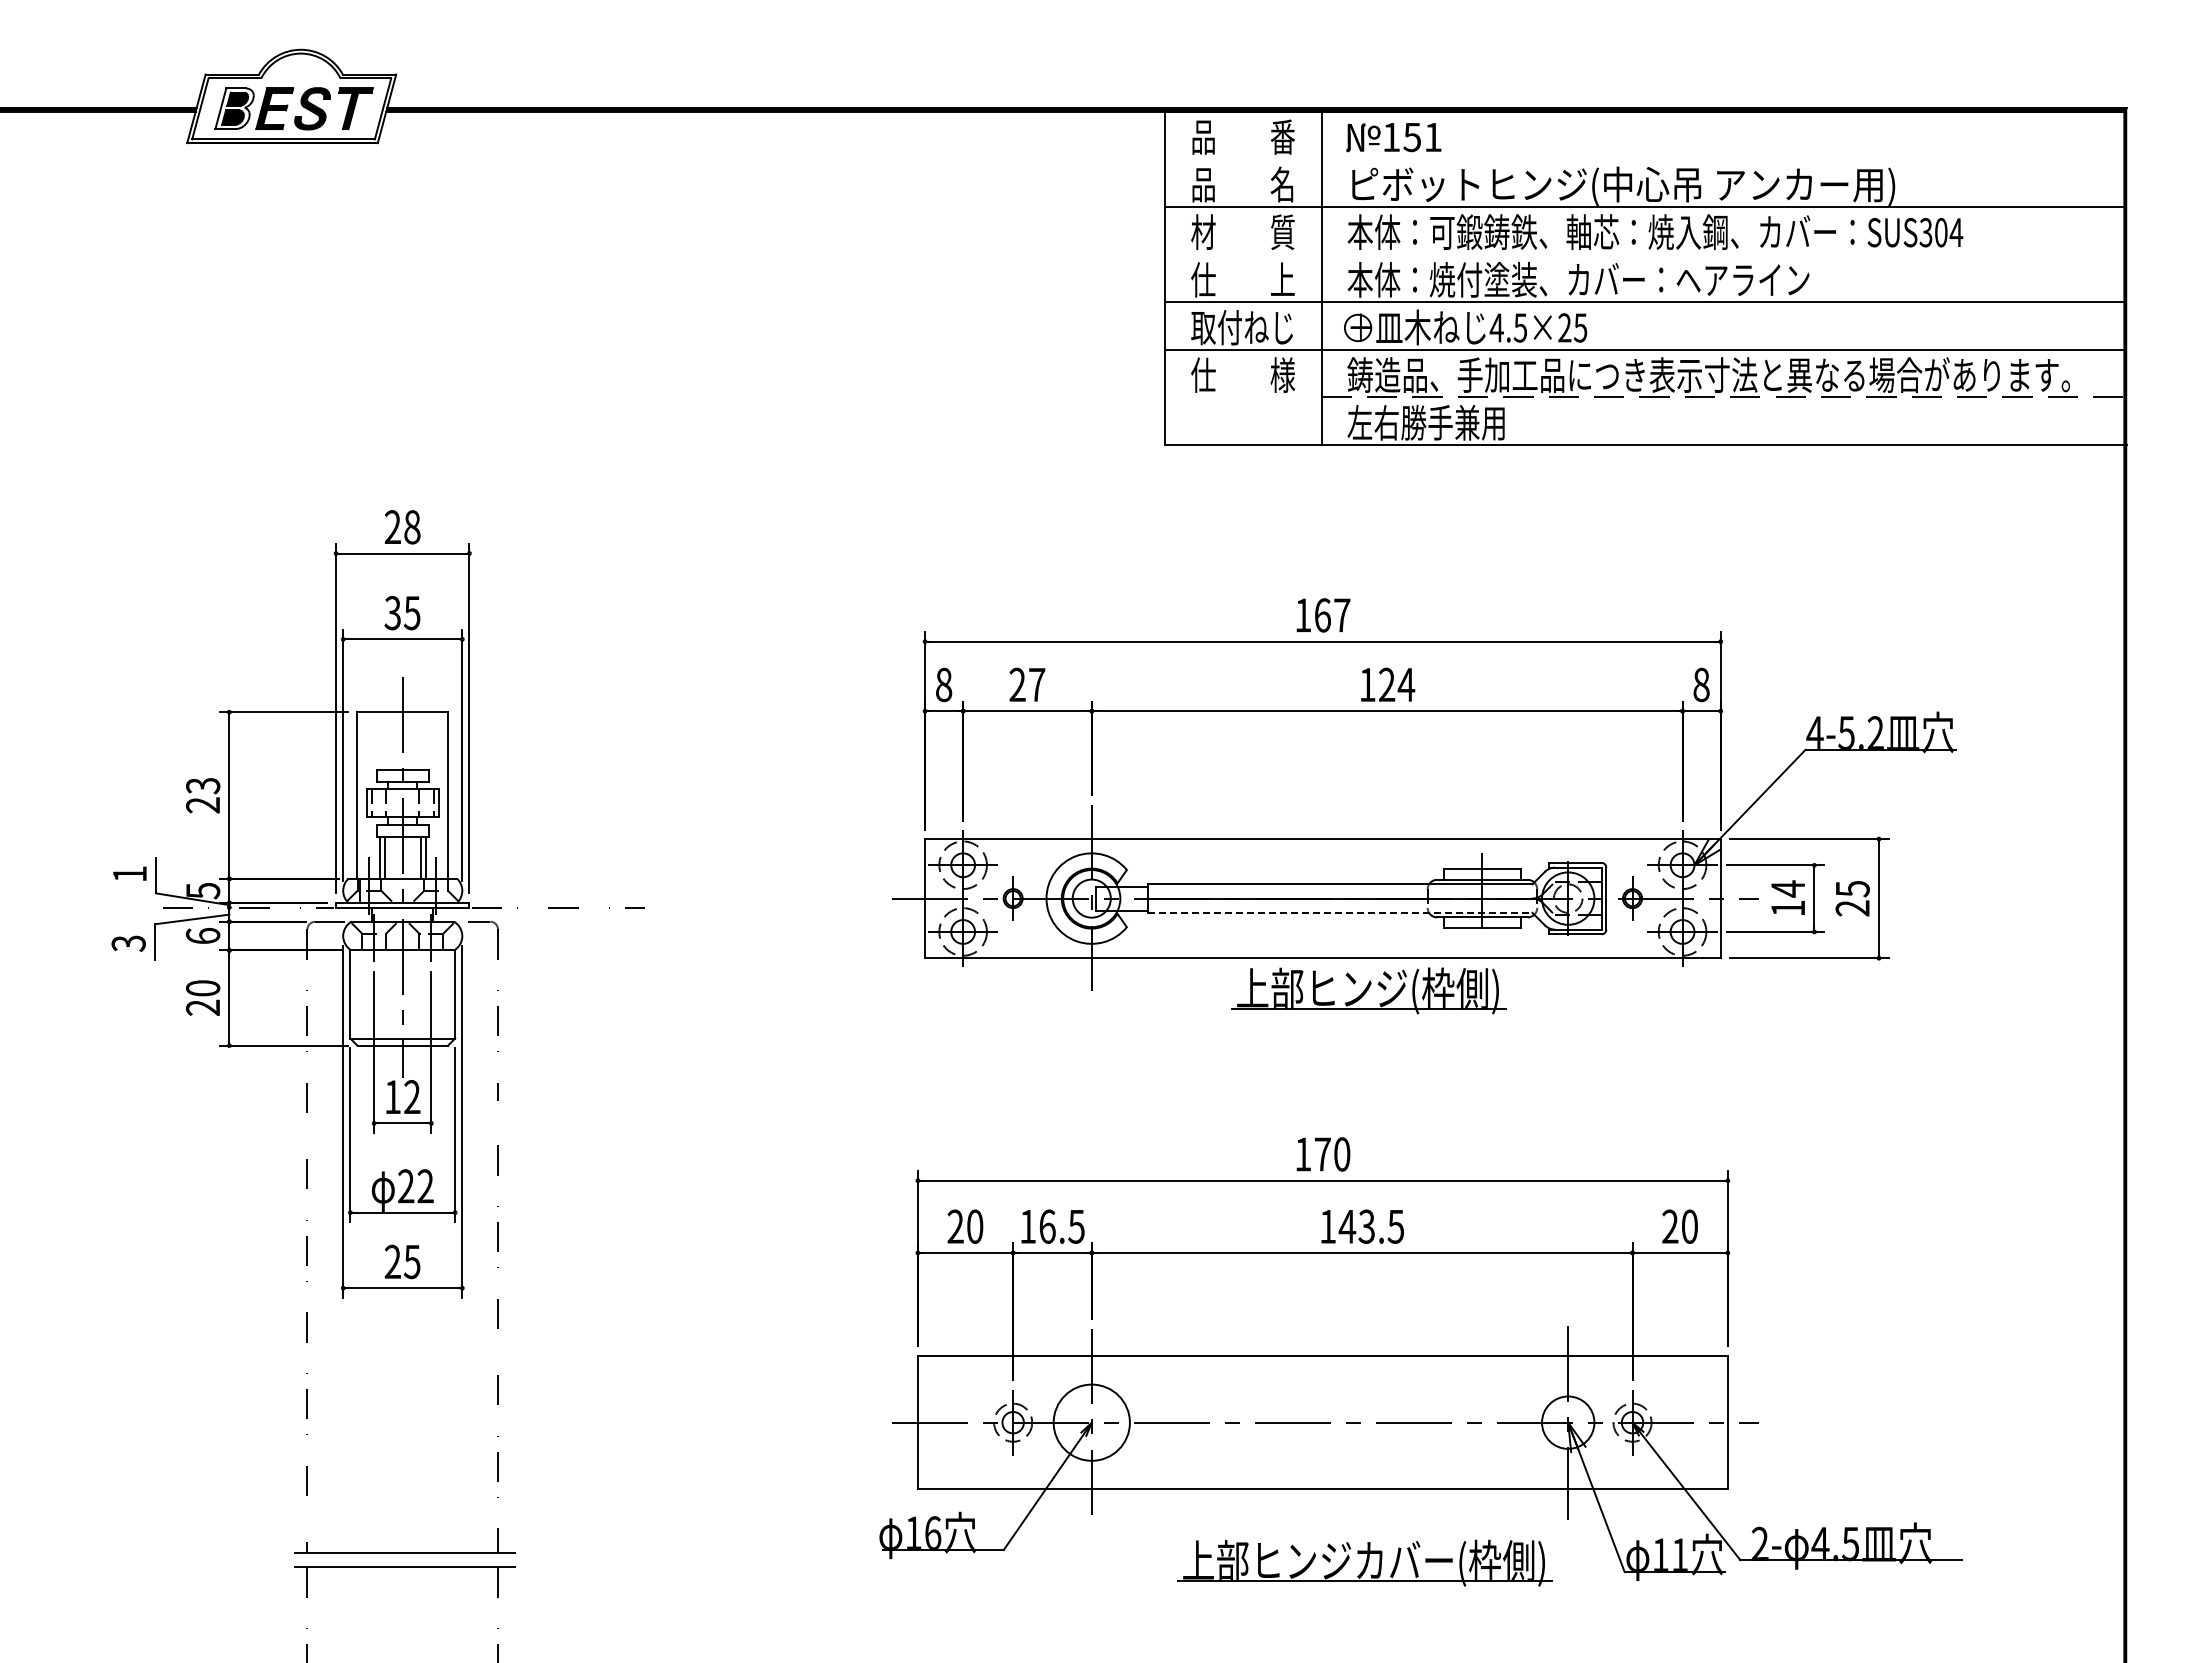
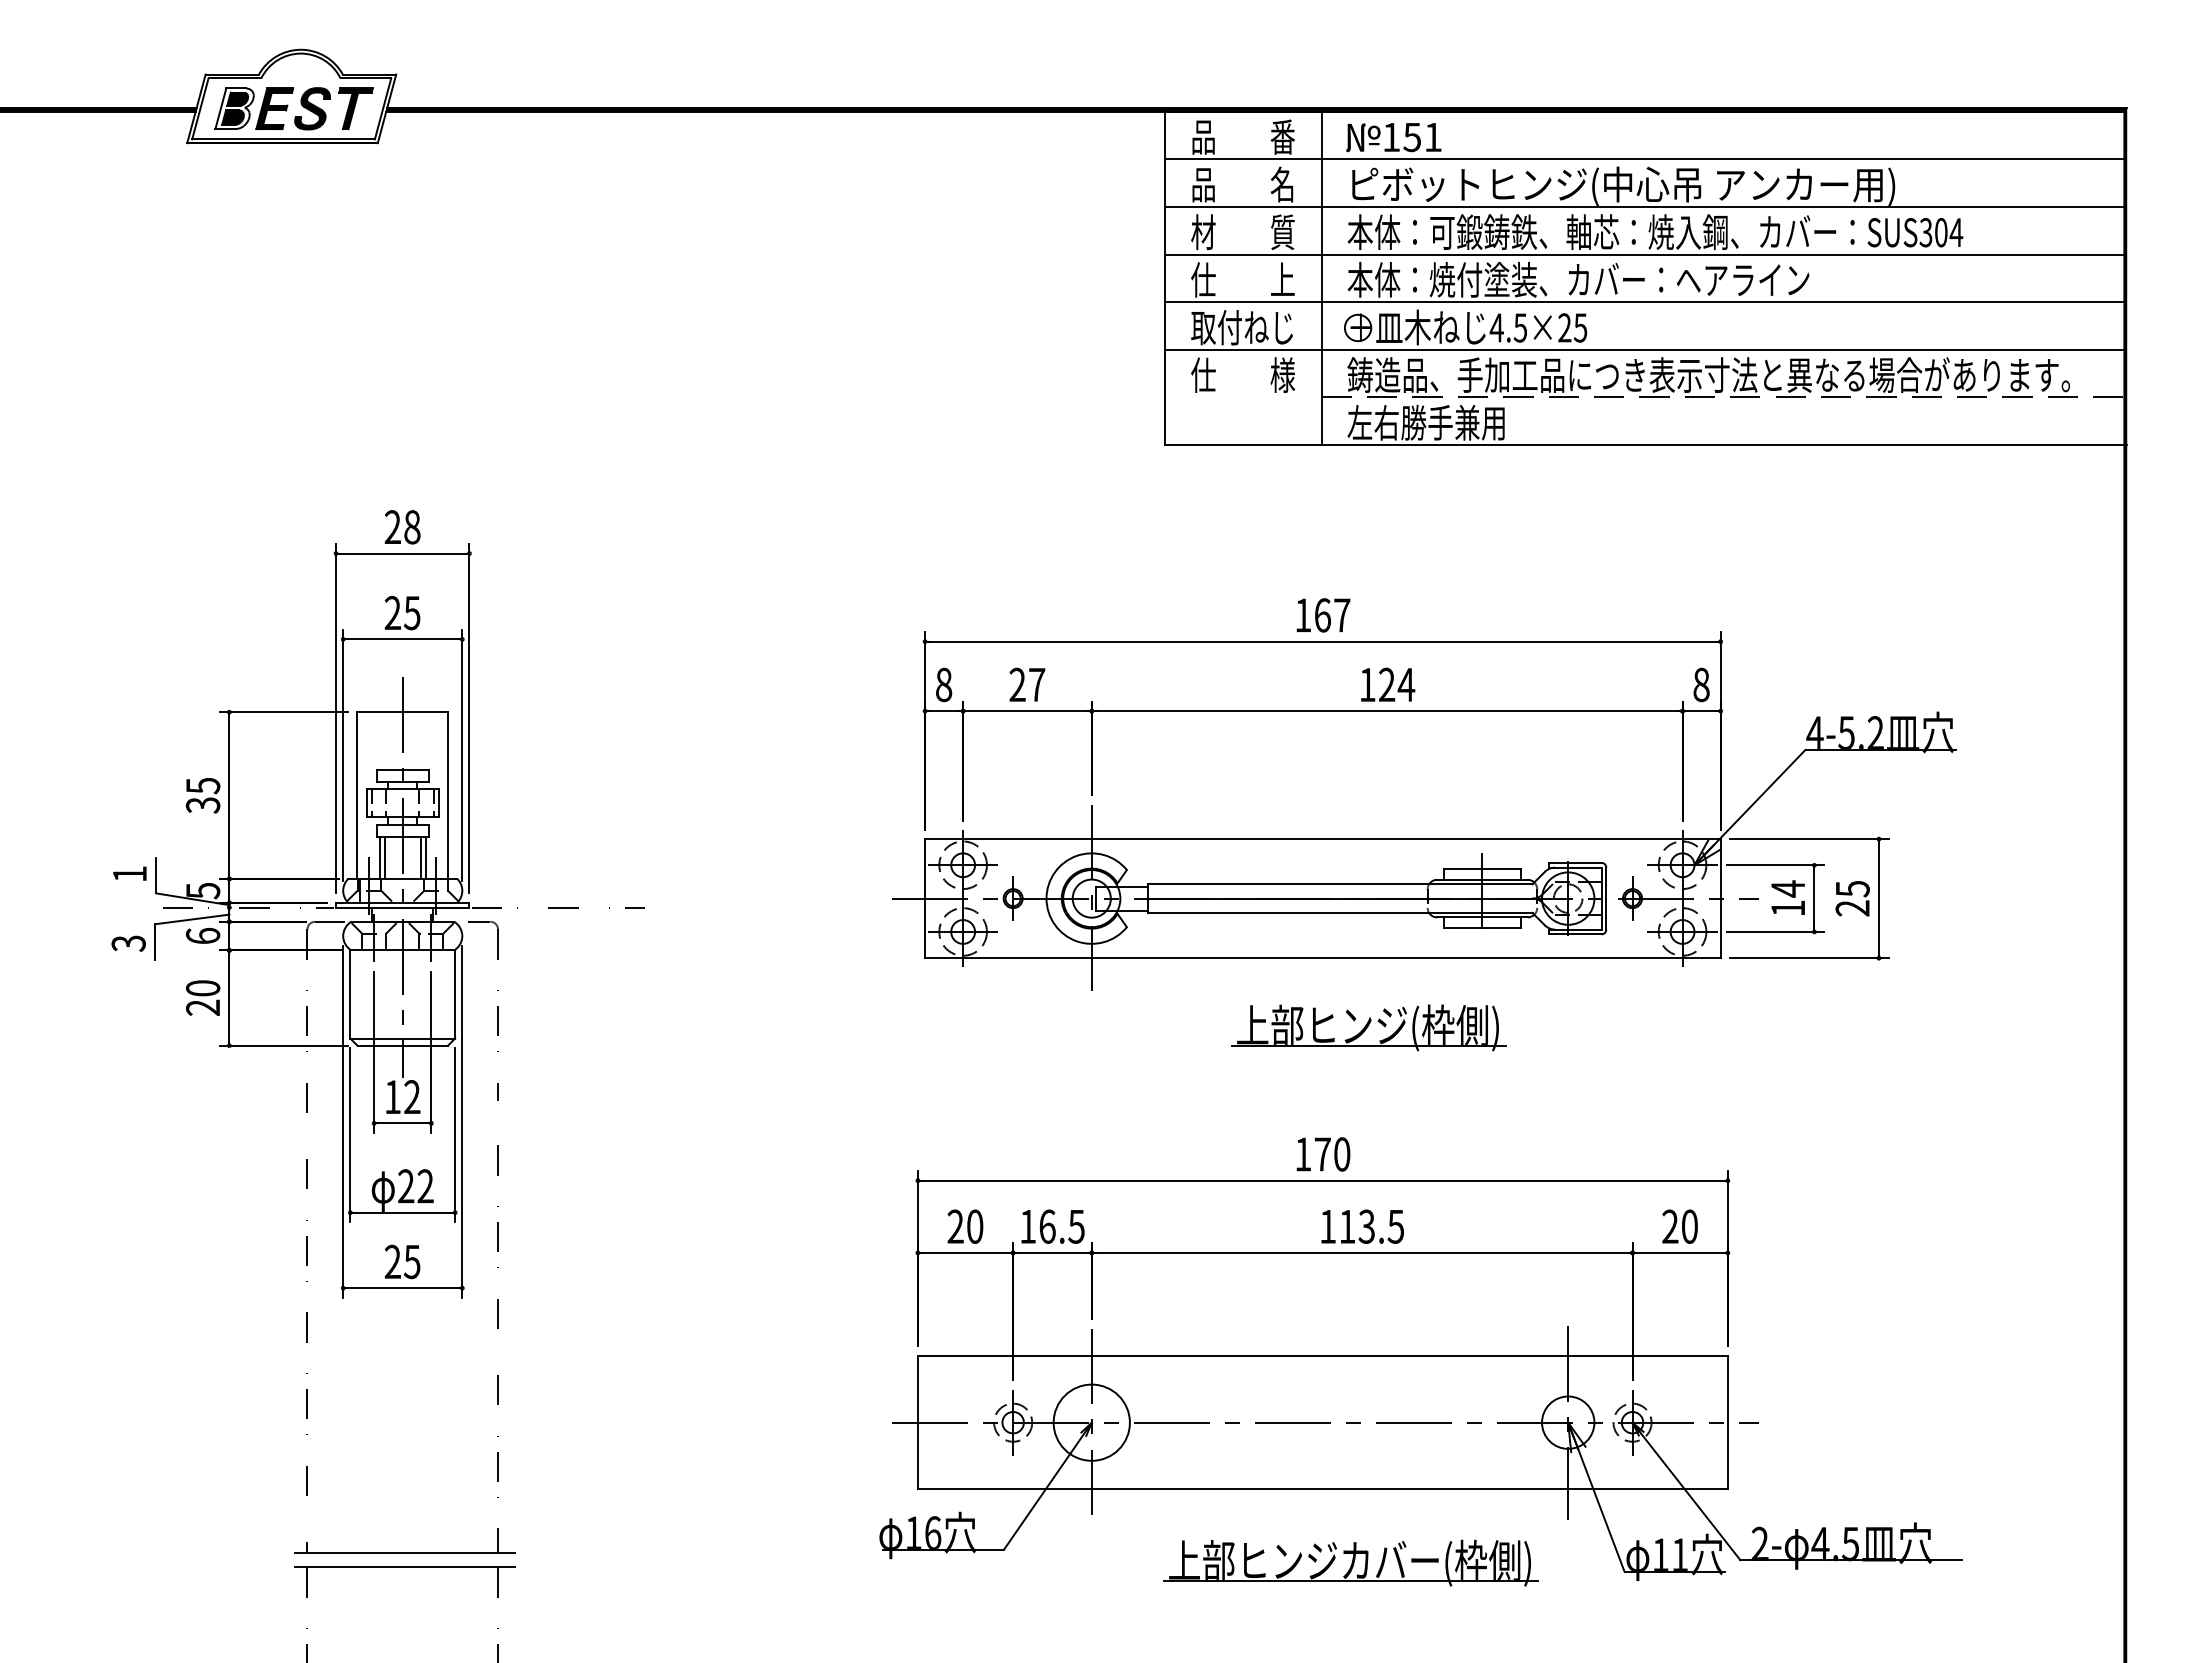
line at (1644, 159): none -> present
line at (1644, 254): none -> present
text at (392, 613): 35 -> 25
text at (203, 795): 23 -> 35
line at (1340, 912): dashed -> solid
part at (1368, 990) position: (1368, 990) -> (1368, 1027)
text at (1347, 1226): 143.5 -> 113.5
part at (1364, 1562) position: (1364, 1562) -> (1350, 1562)
